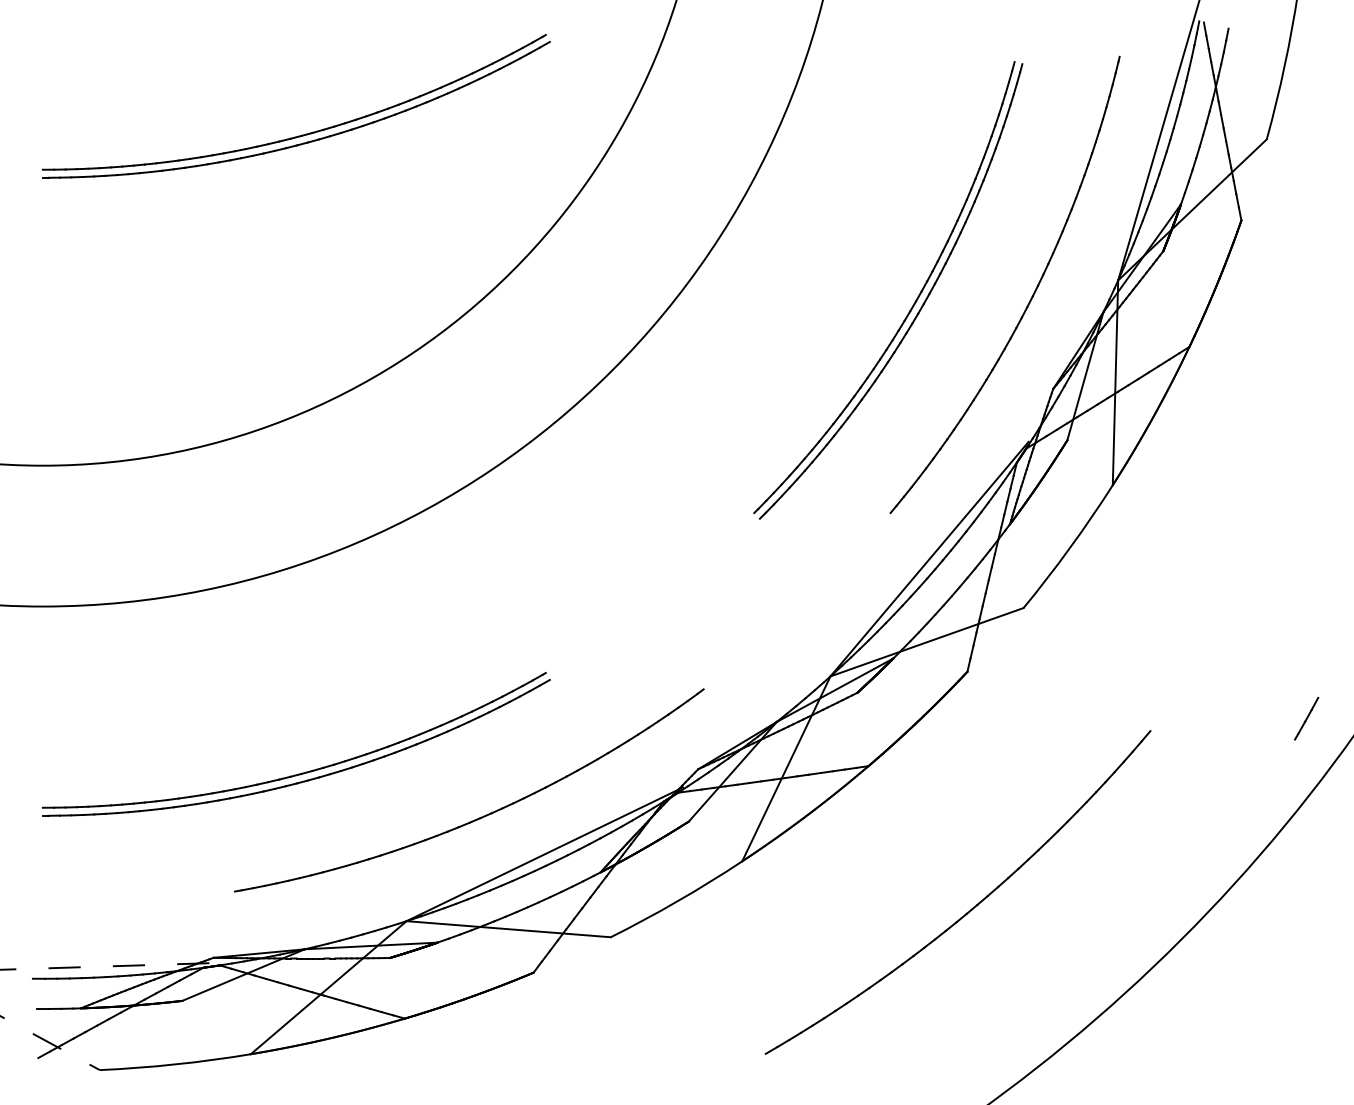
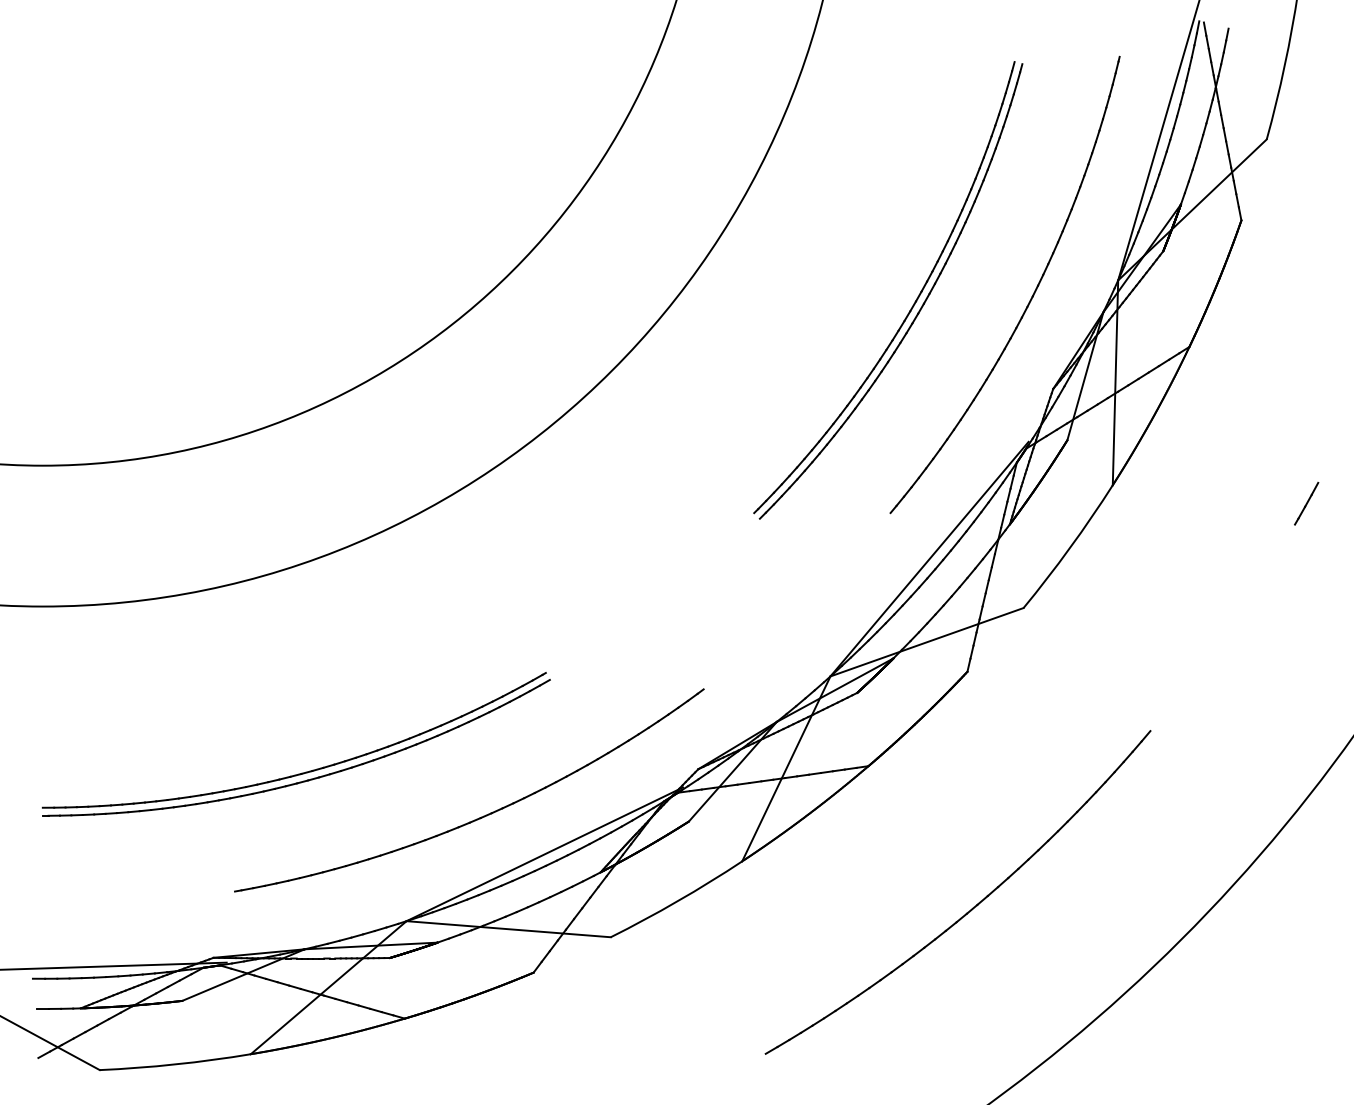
part at (301, 134): present -> none
line at (1306, 718) position: (1306, 718) -> (1306, 503)
line at (114, 966): dashed -> solid
line at (50, 1043): dashed -> solid
